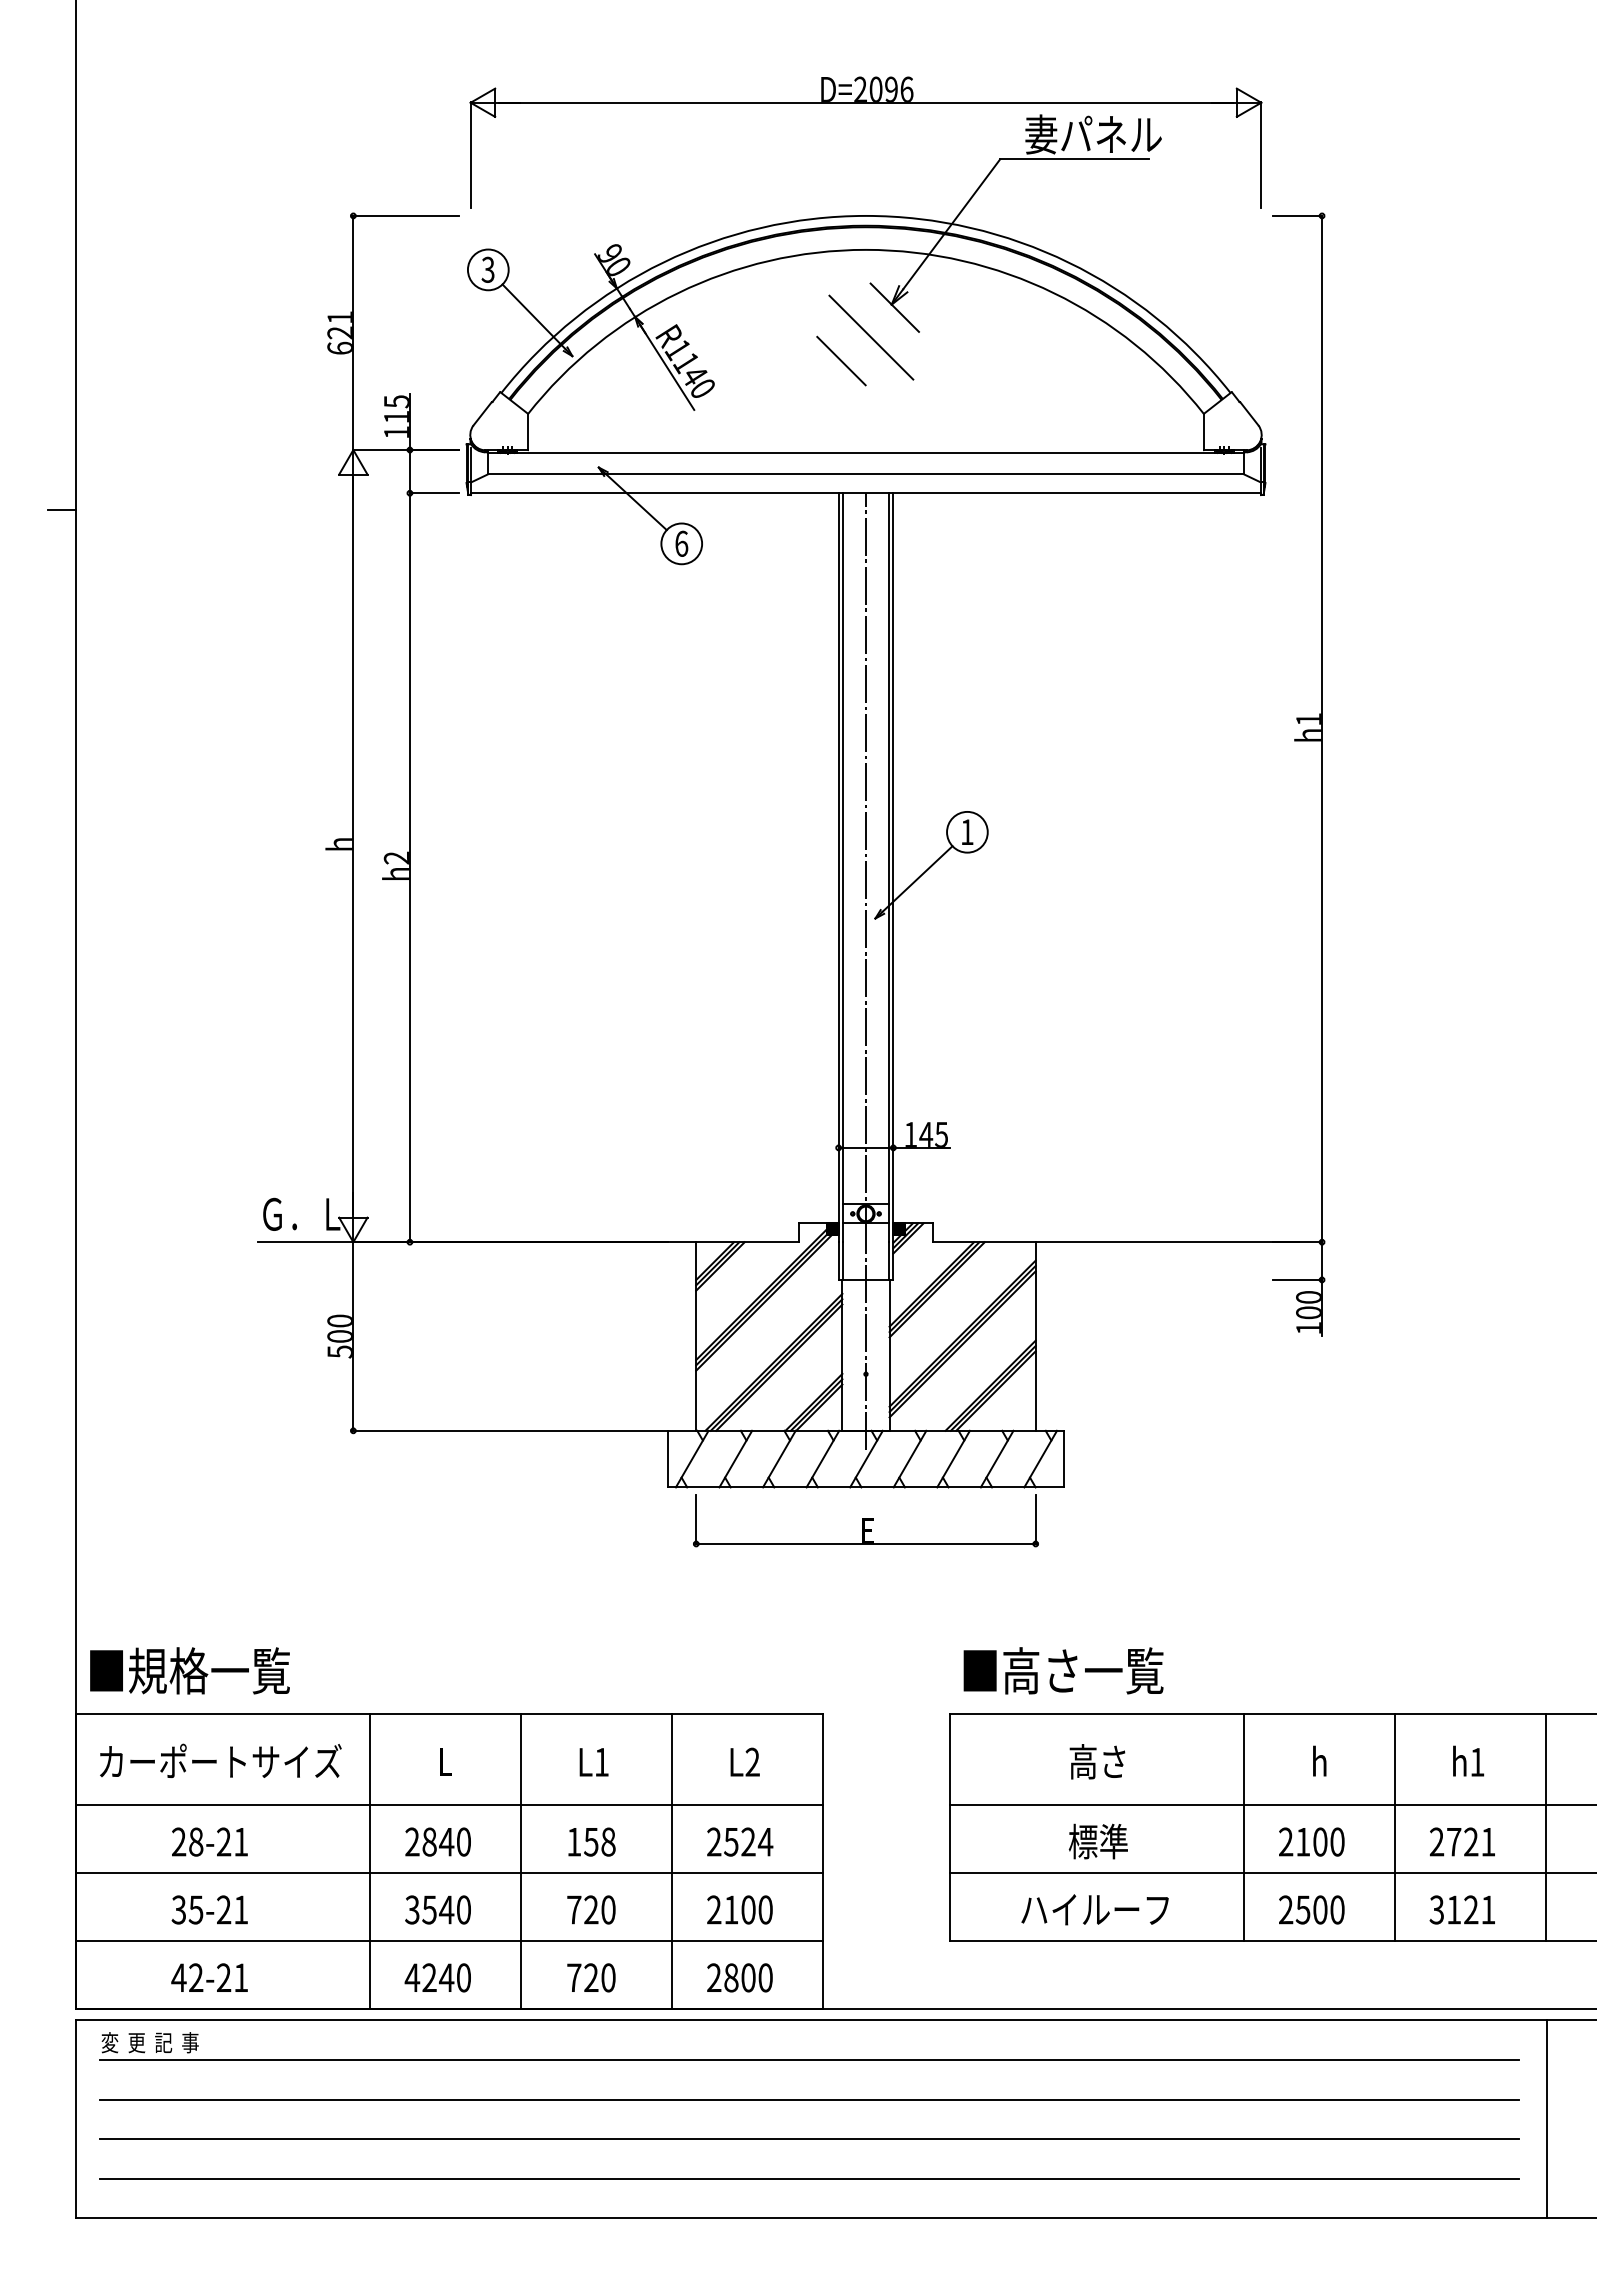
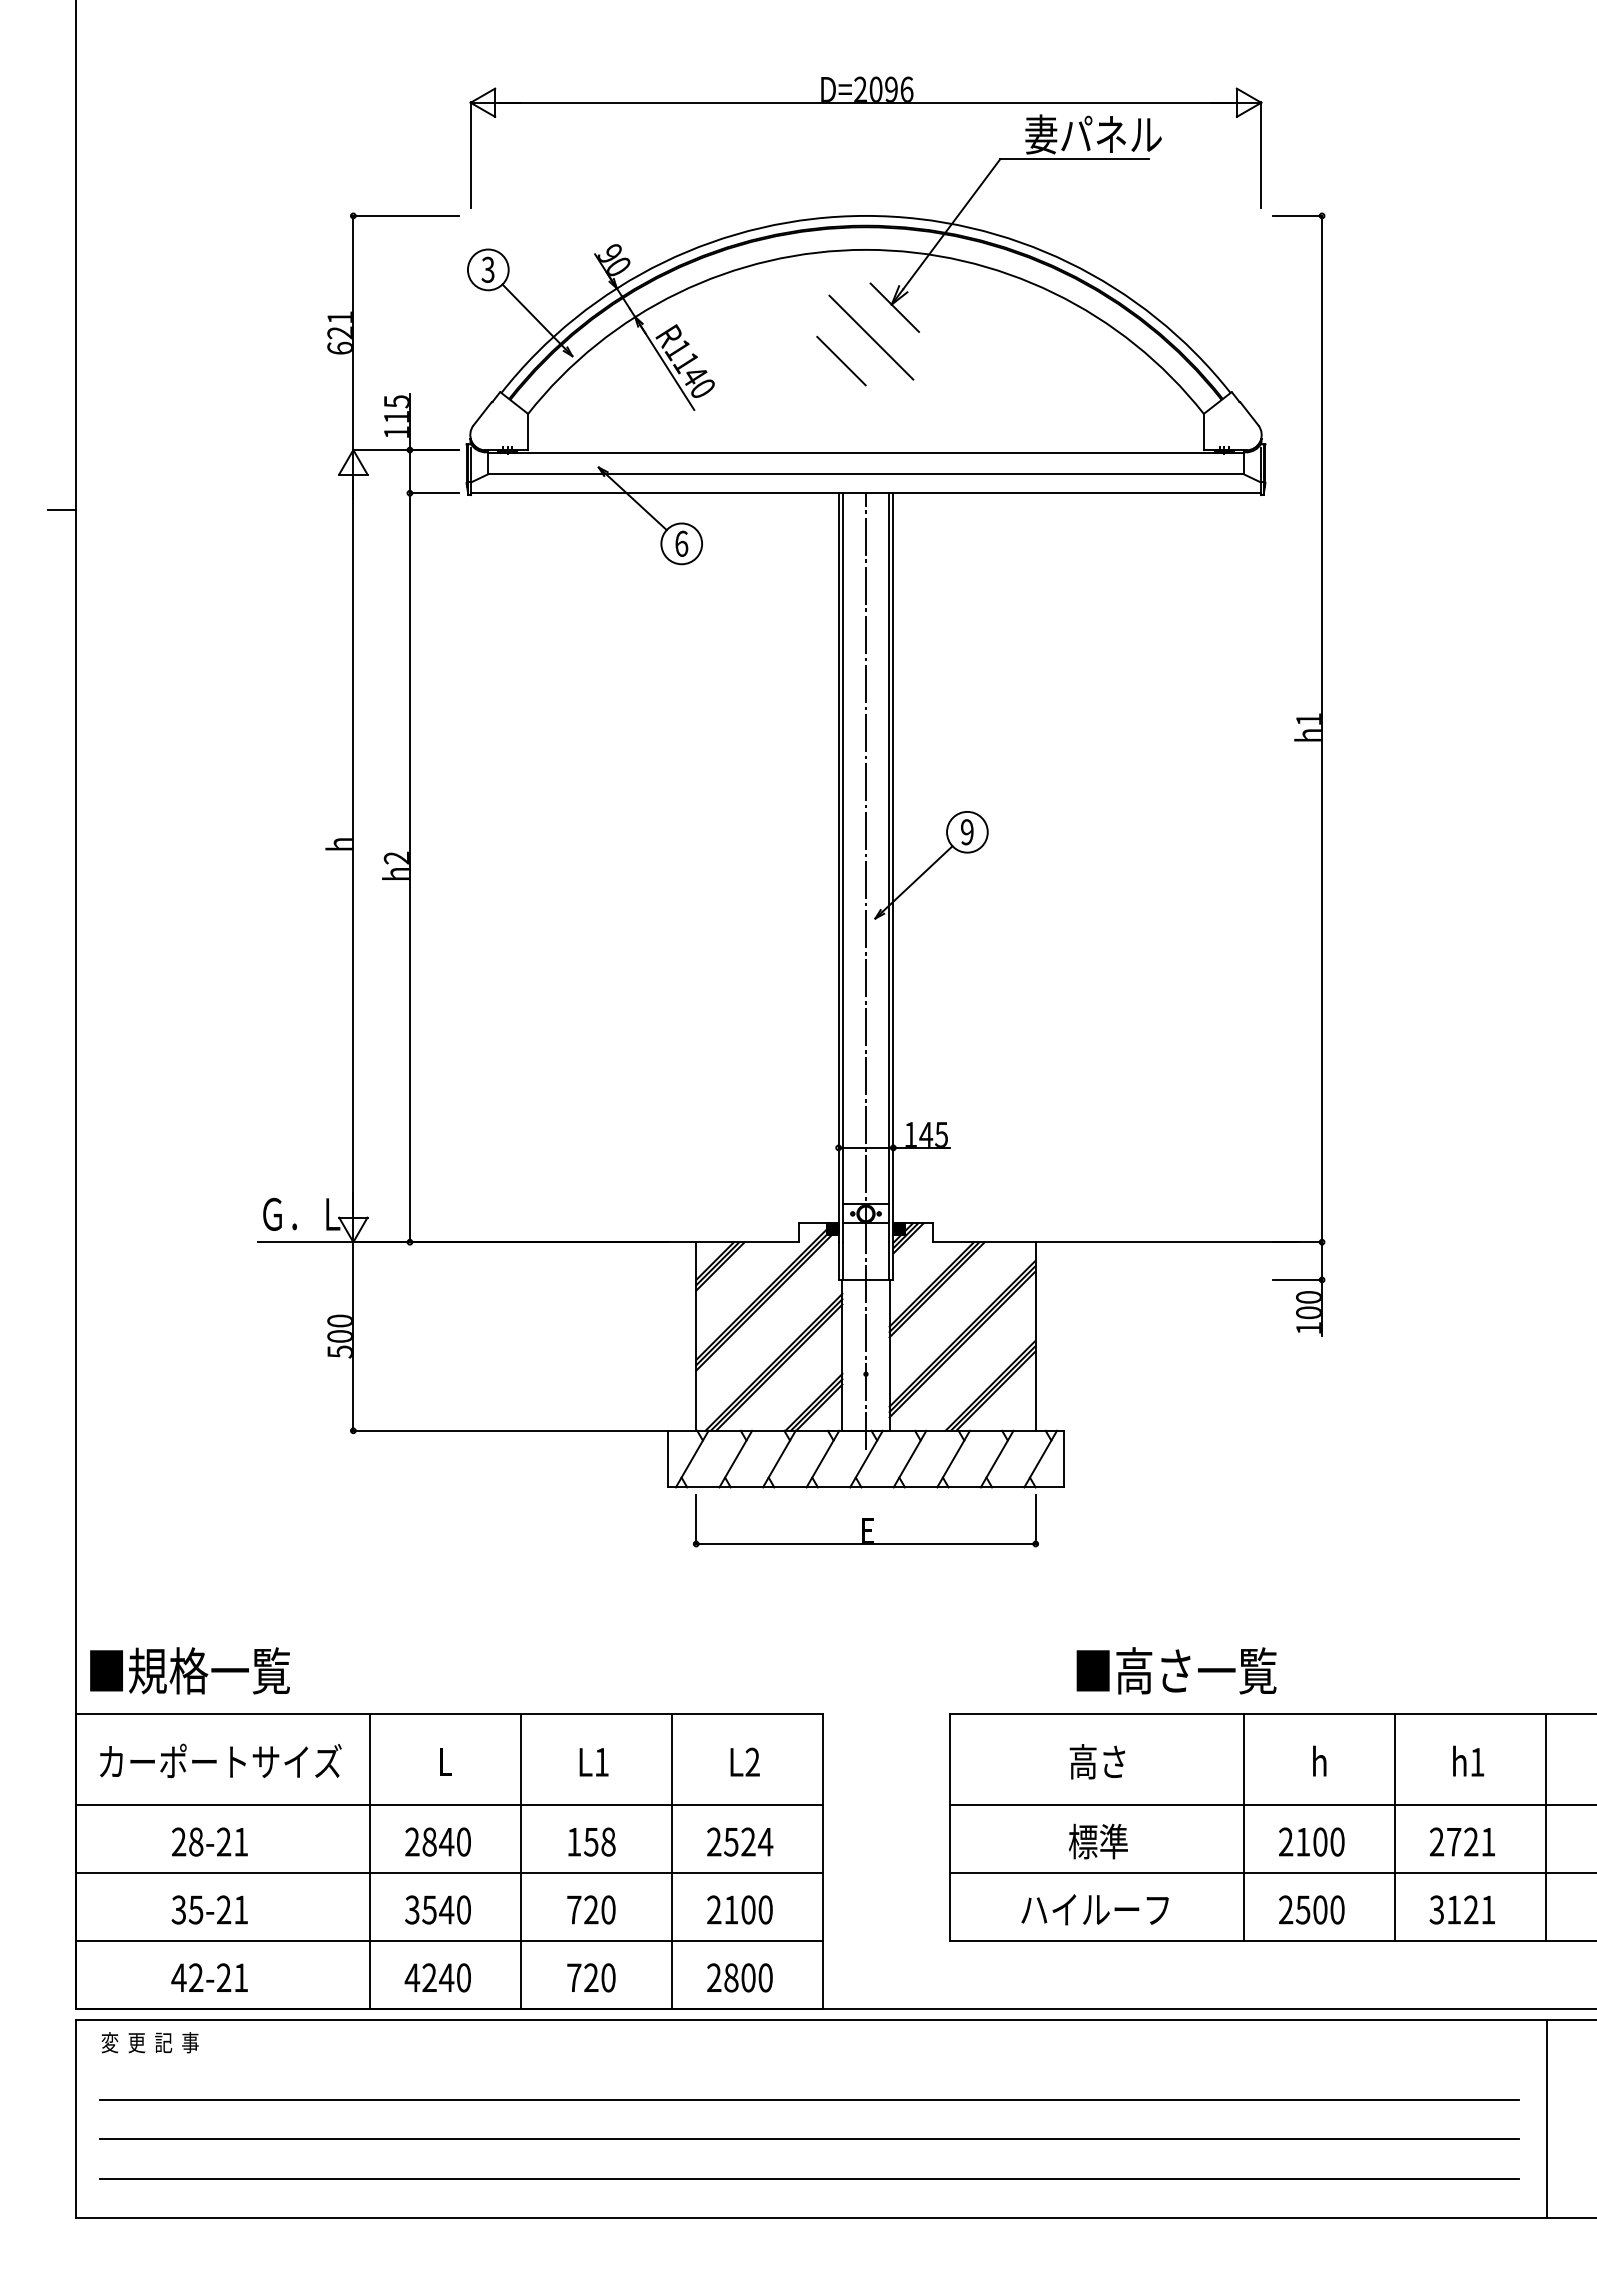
text at (967, 832): 1 -> 9
text at (1063, 1670) position: (1063, 1670) -> (1176, 1670)
line at (809, 2059): present -> none
